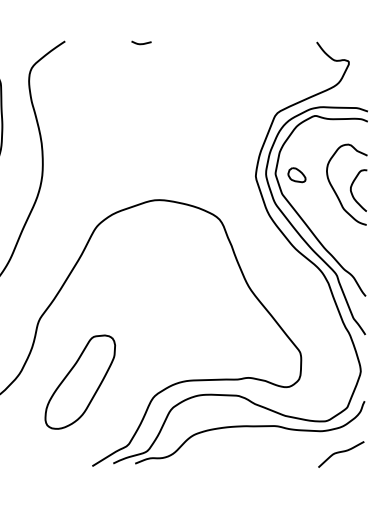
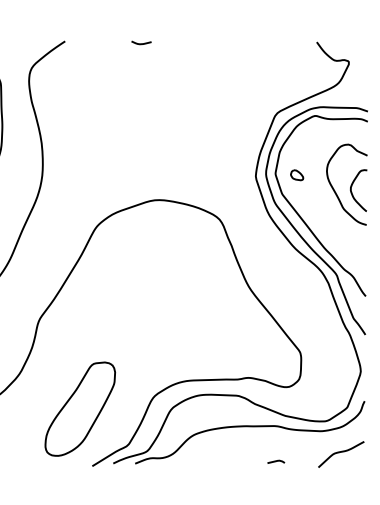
part at (296, 175) size: 20x17 px -> 15x13 px
part at (80, 381) position: (80, 381) -> (80, 408)
curve at (276, 461): none -> present
